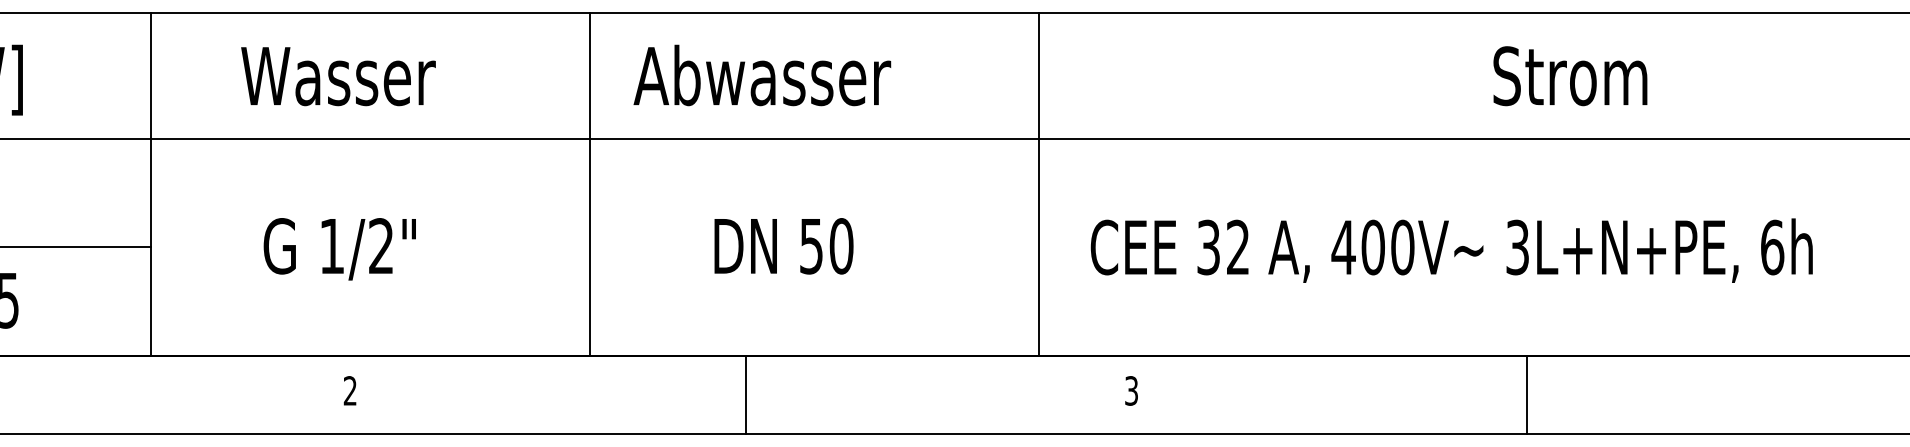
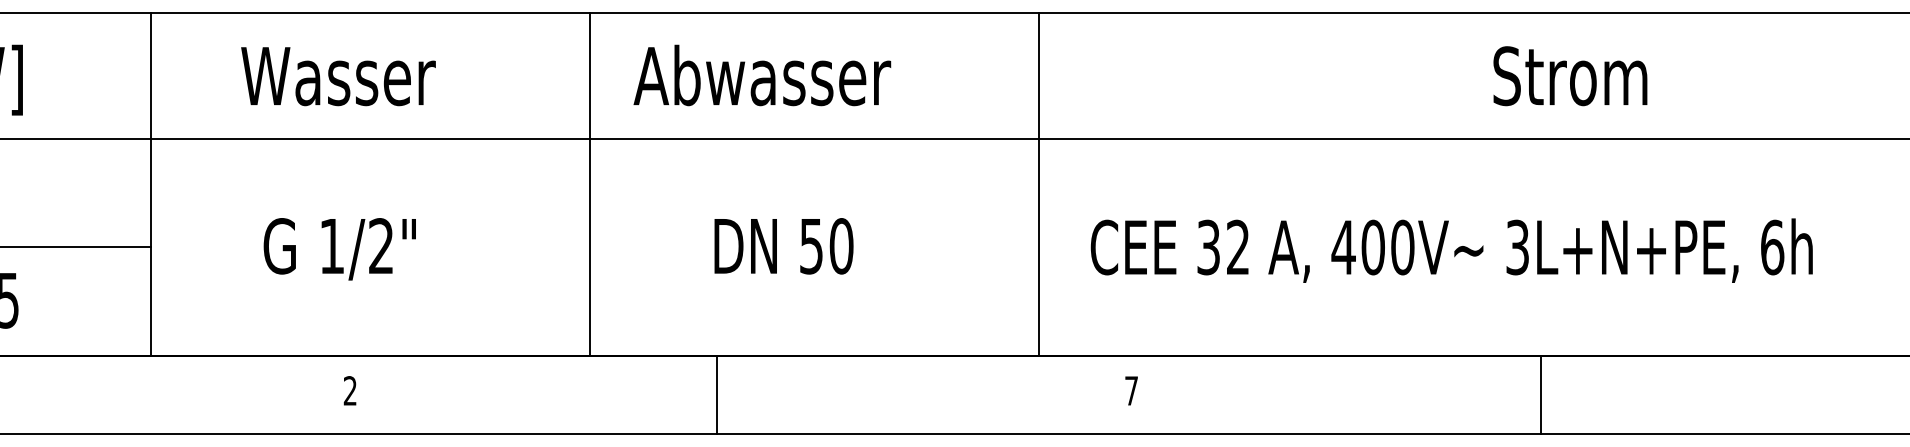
text at (1131, 390): 3 -> 7
line at (745, 394) position: (745, 394) -> (716, 394)
line at (1526, 394) position: (1526, 394) -> (1540, 394)
